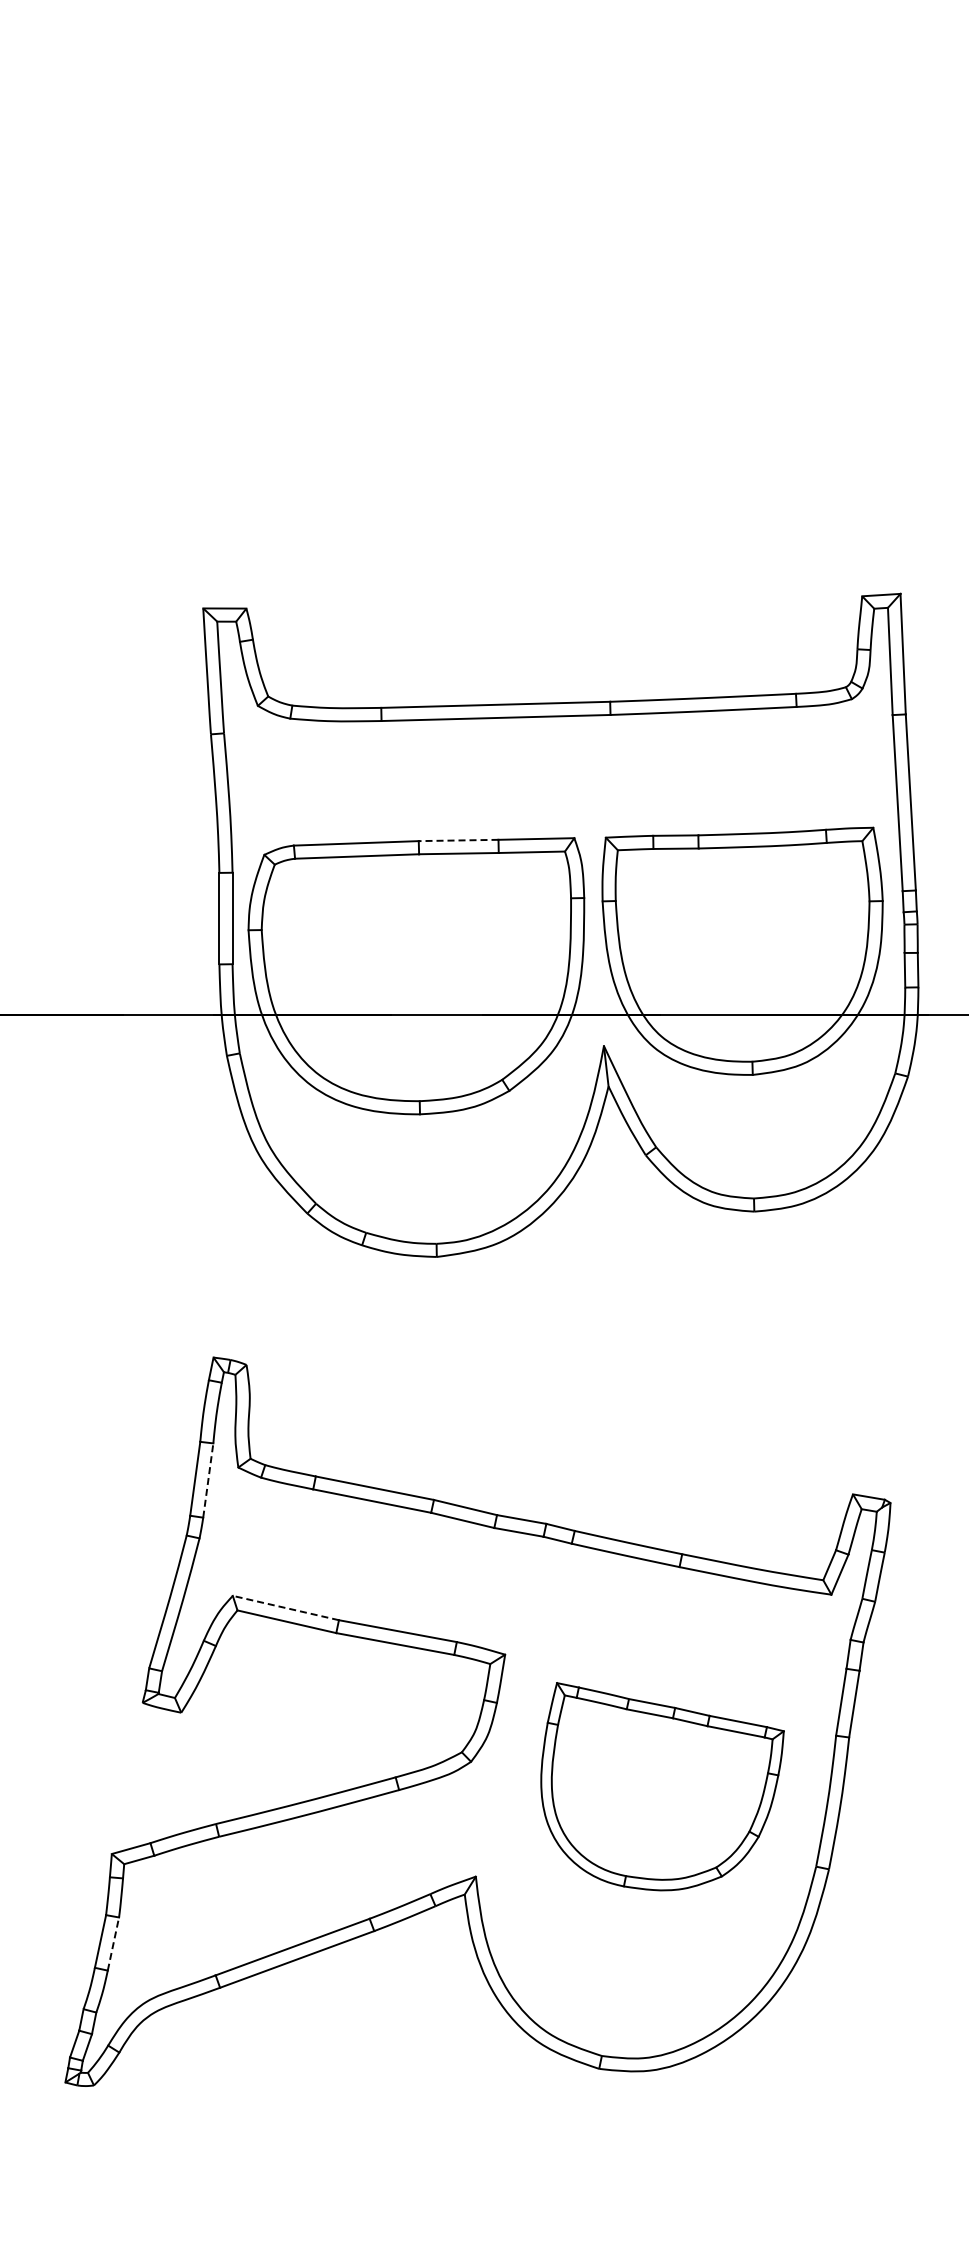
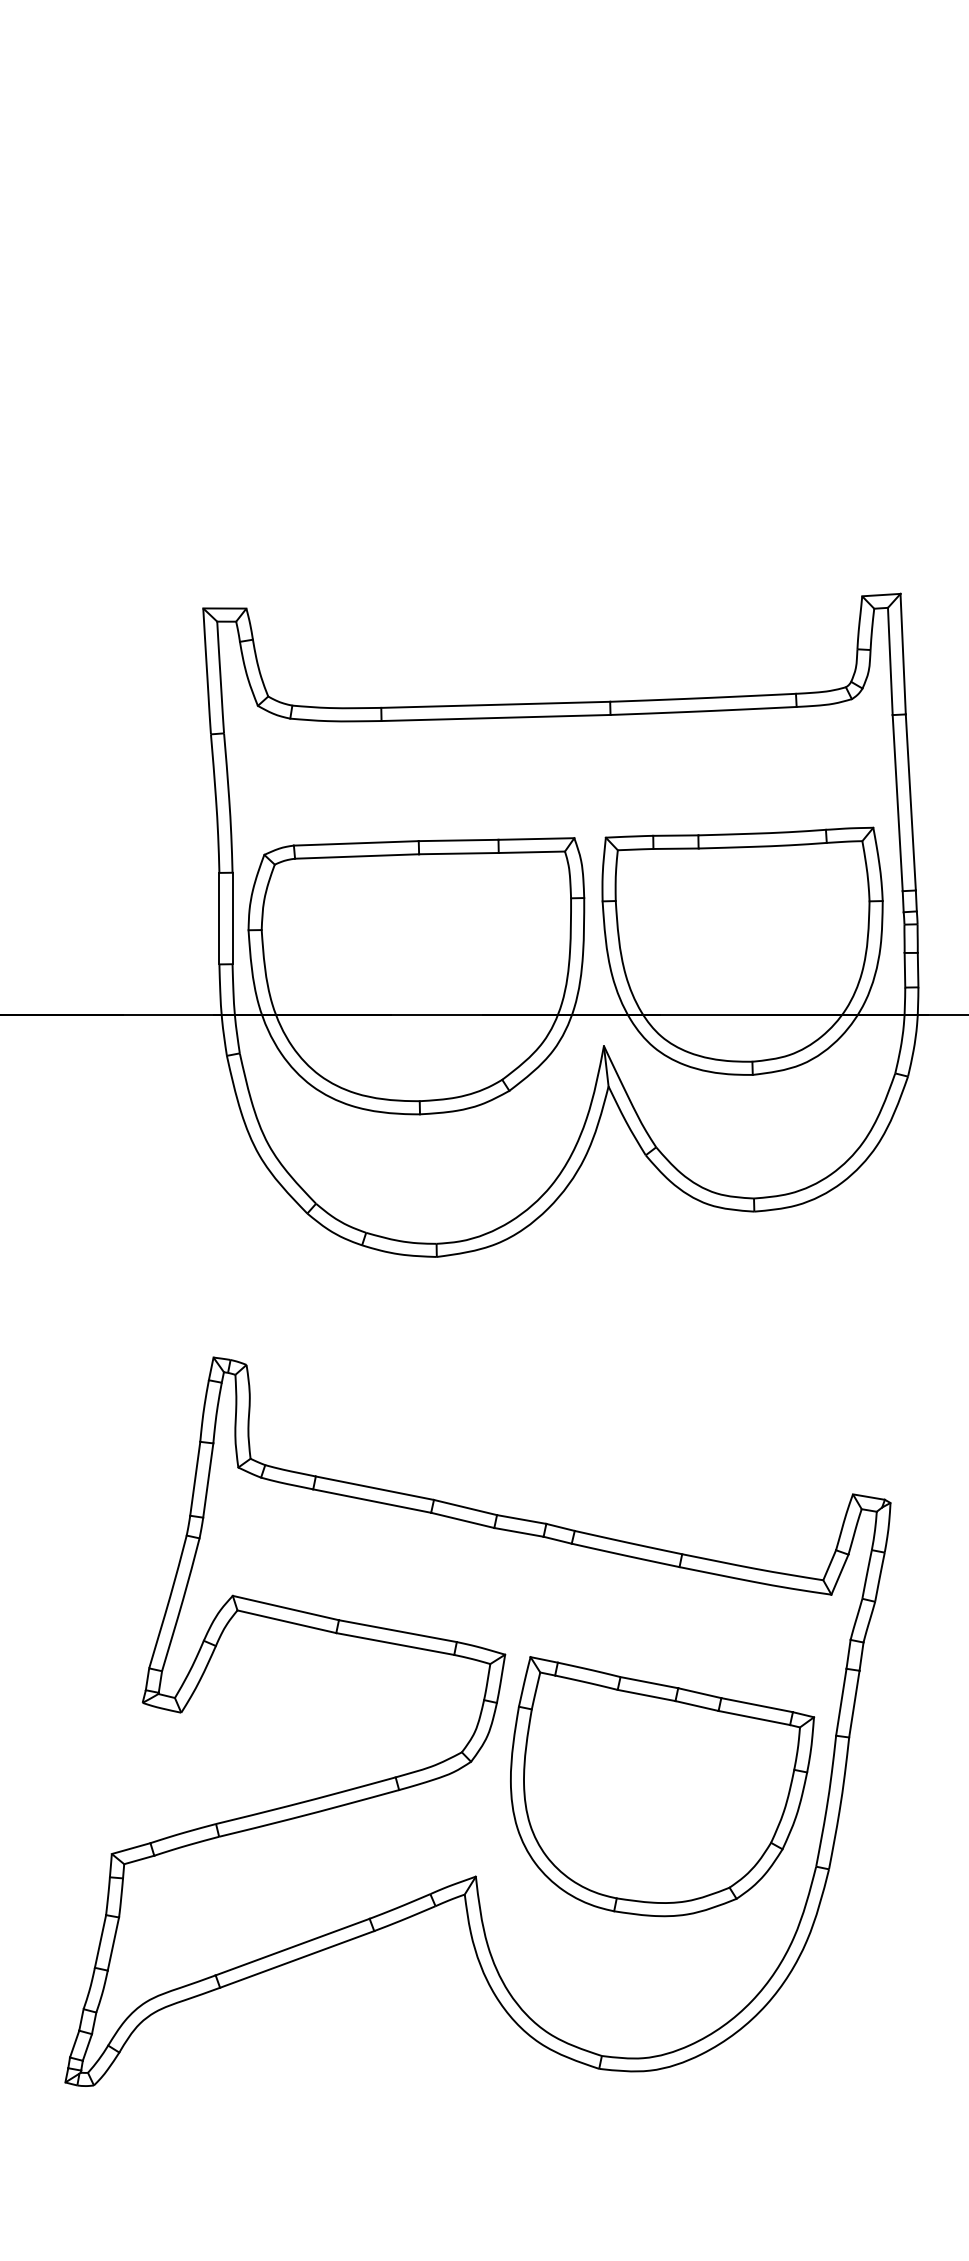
line at (458, 840): dashed -> solid
line at (208, 1480): dashed -> solid
line at (285, 1607): dashed -> solid
part at (662, 1786) size: 245x210 px -> 306x262 px
line at (113, 1943): dashed -> solid
